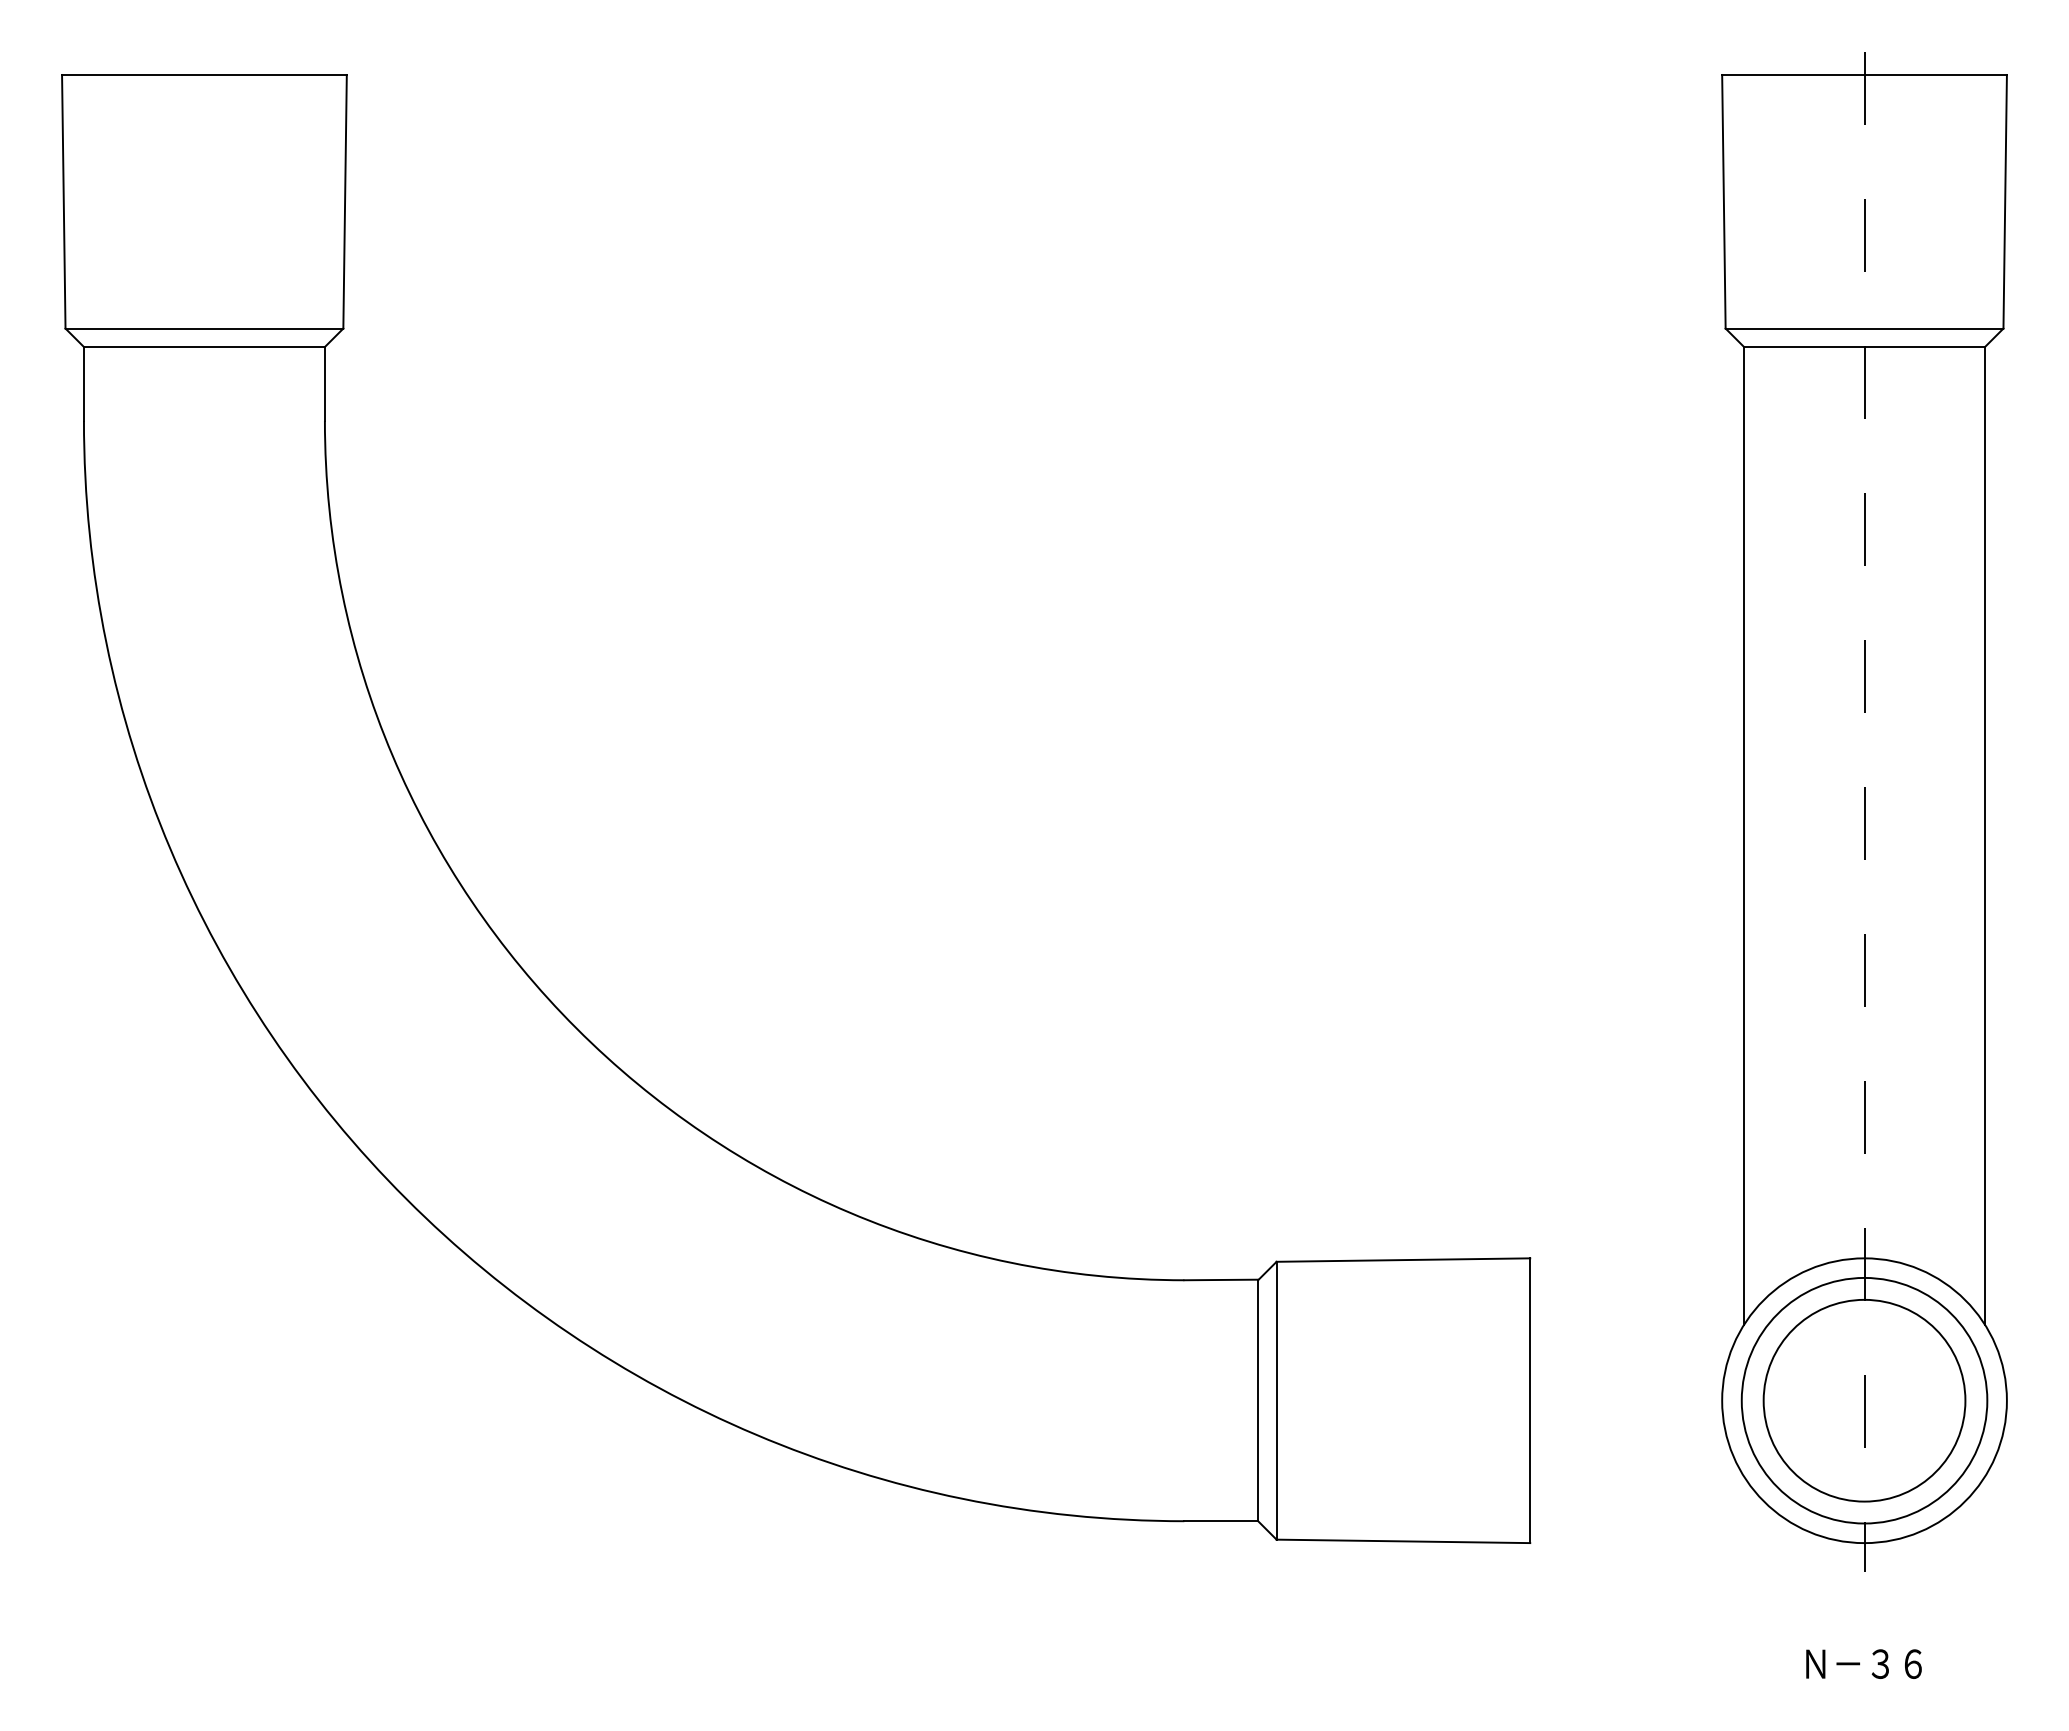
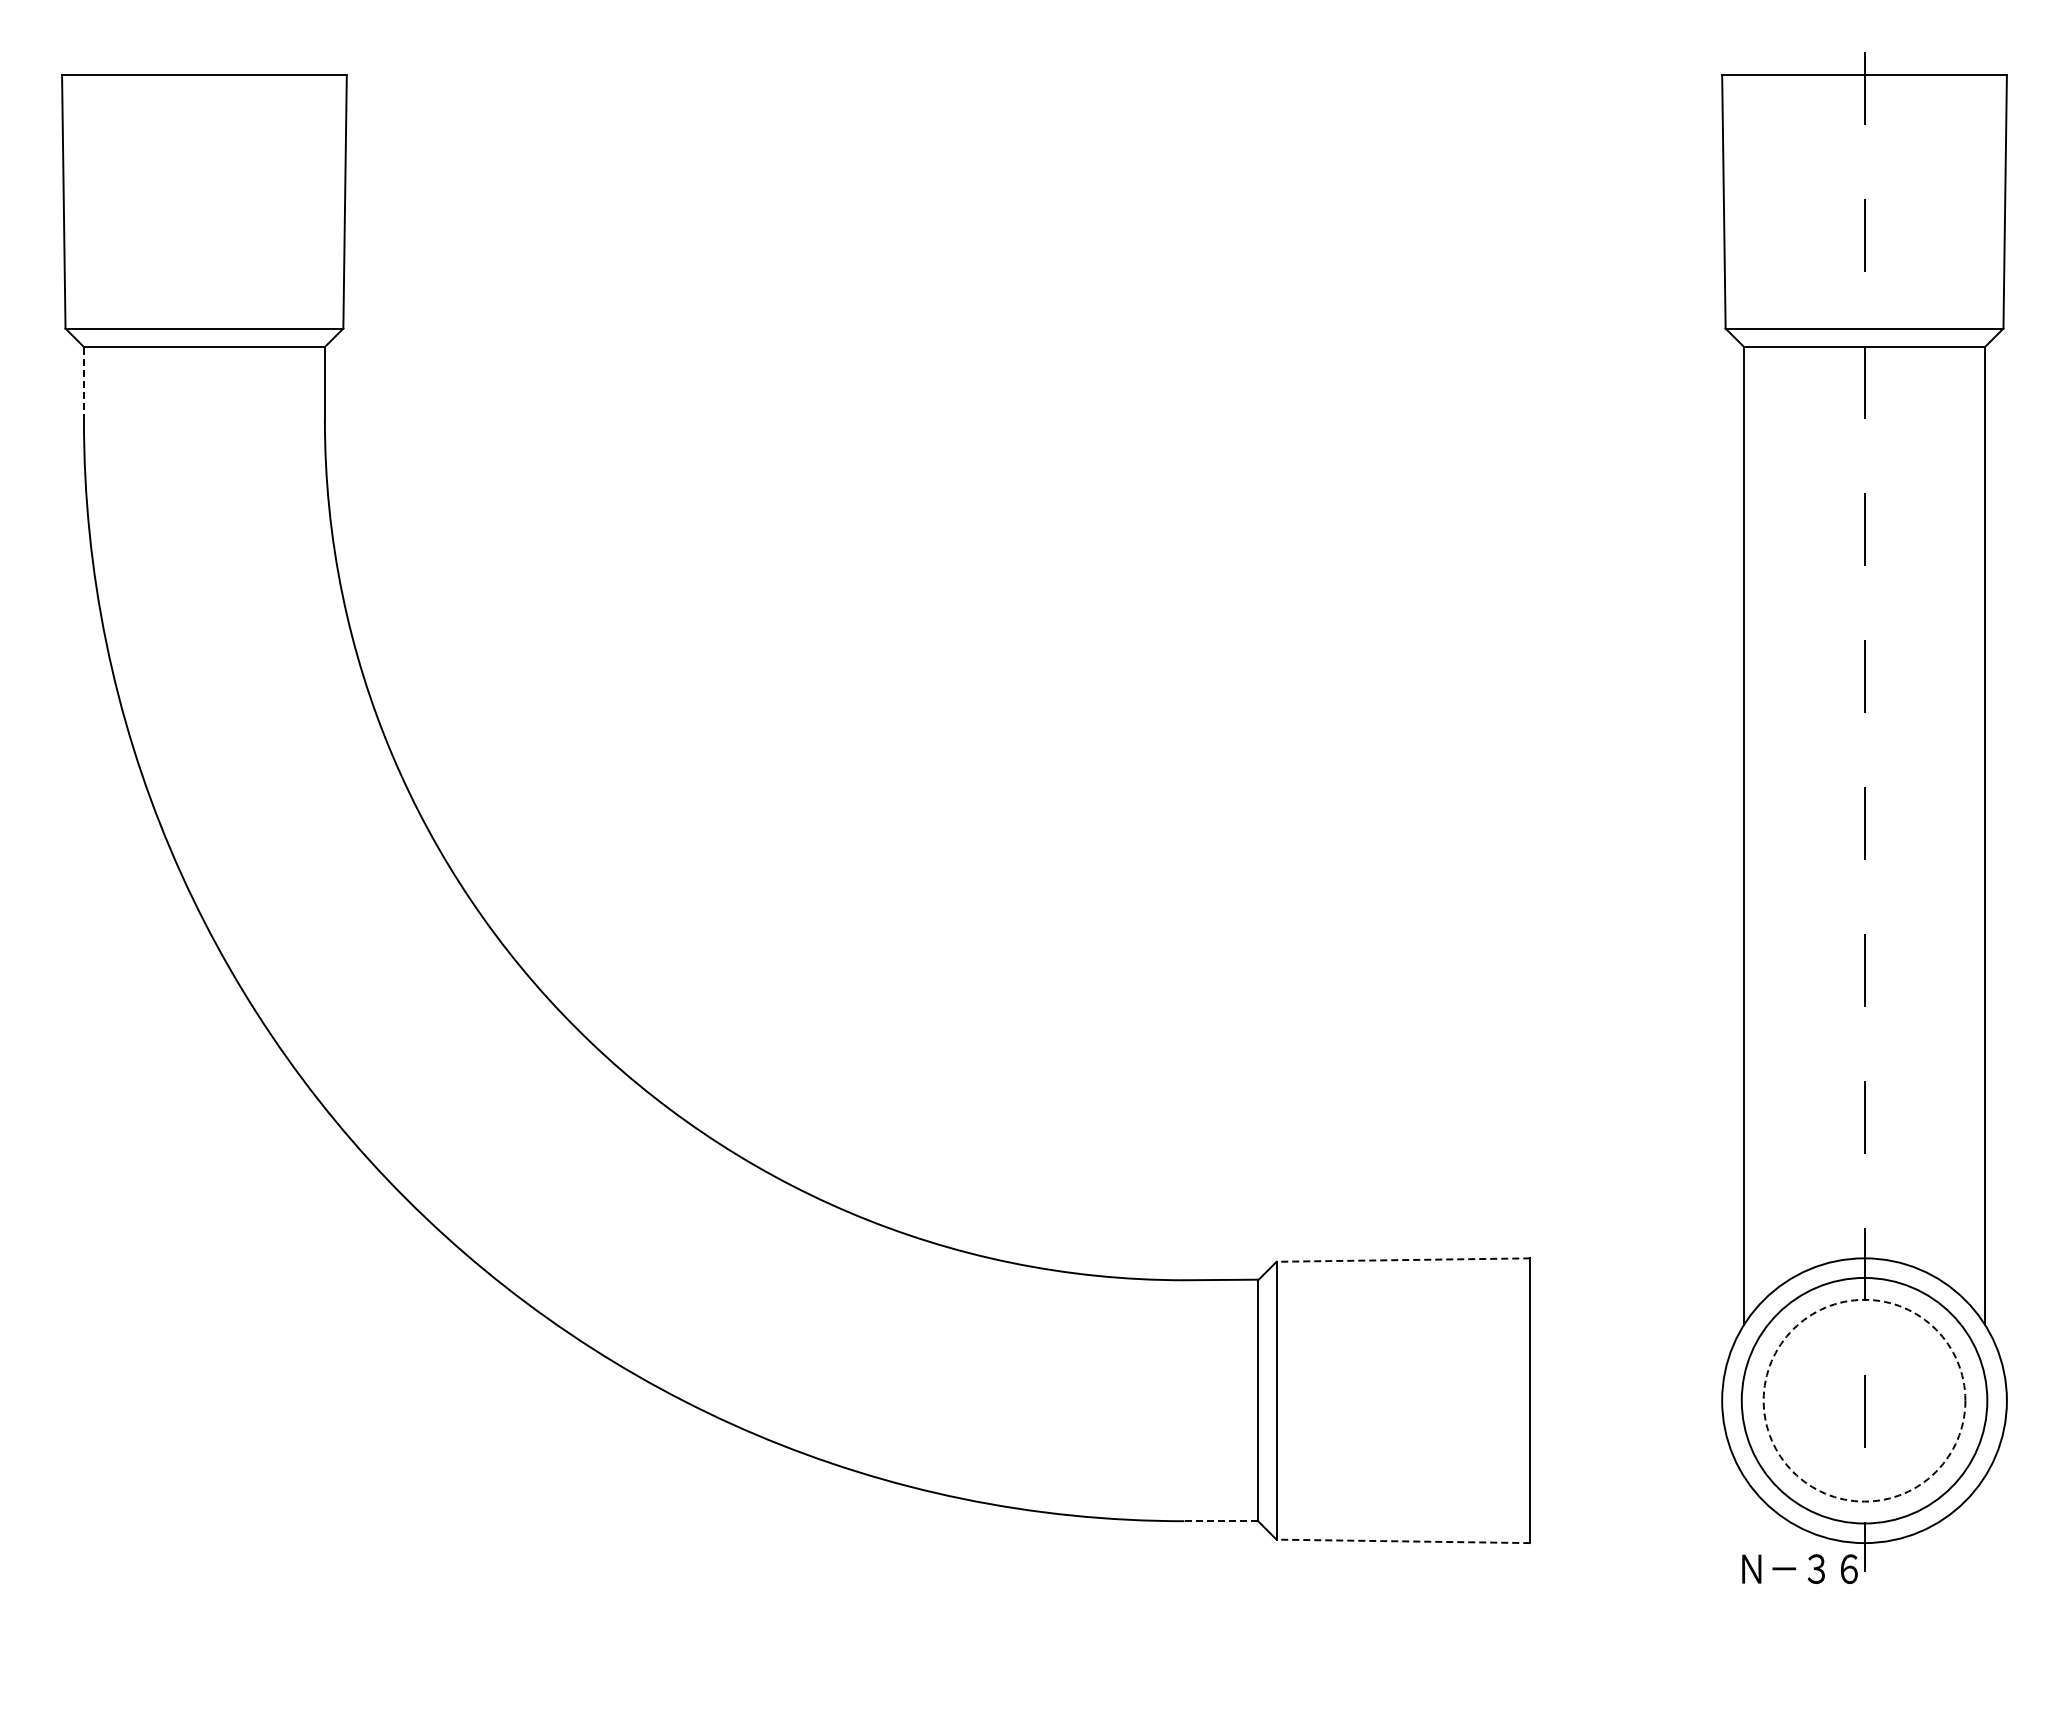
line at (83, 383): solid -> dashed
line at (1403, 1260): solid -> dashed
circle at (1864, 1400): solid -> dashed
line at (1221, 1521): solid -> dashed
line at (1403, 1541): solid -> dashed
text at (1863, 1663) position: (1863, 1663) -> (1799, 1568)
